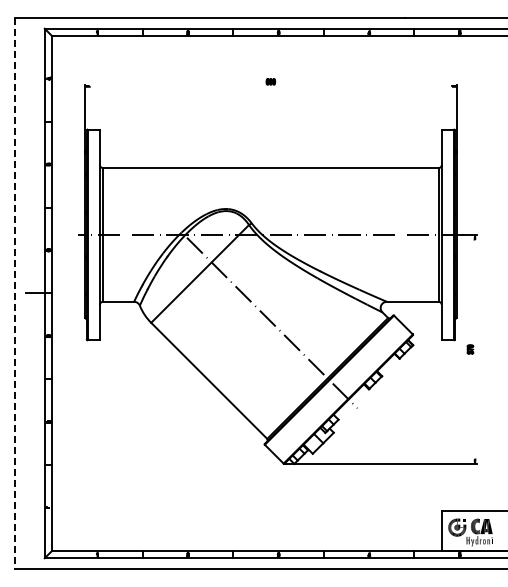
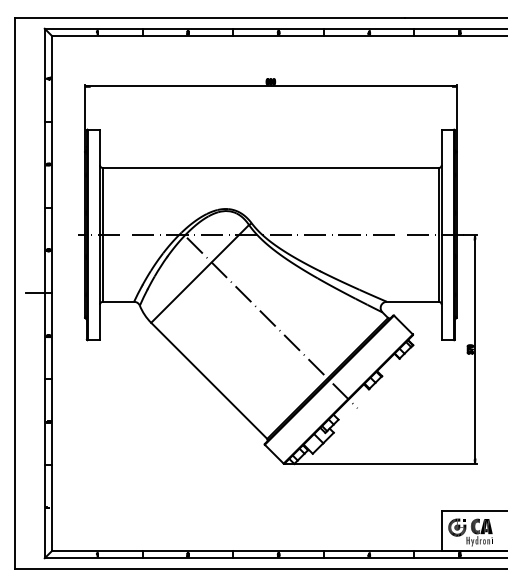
line at (270, 86): none -> present
line at (15, 293): dashed -> solid
line at (475, 349): none -> present
